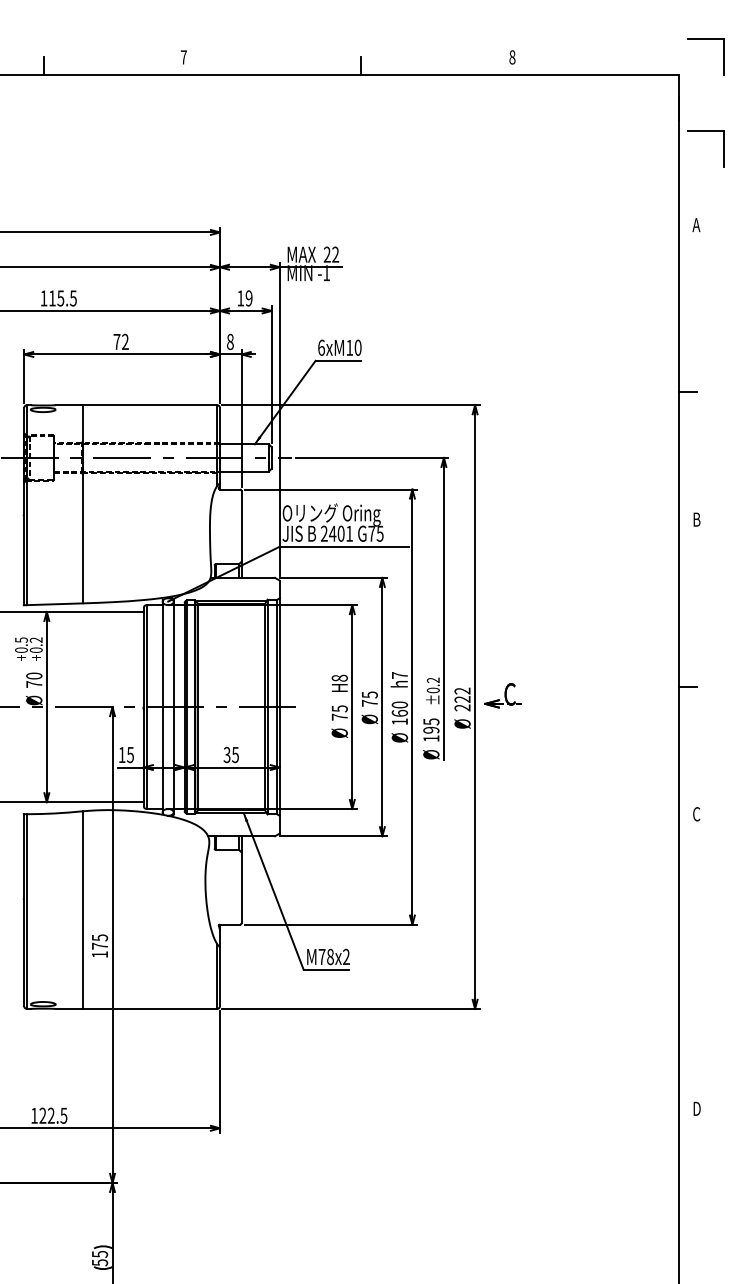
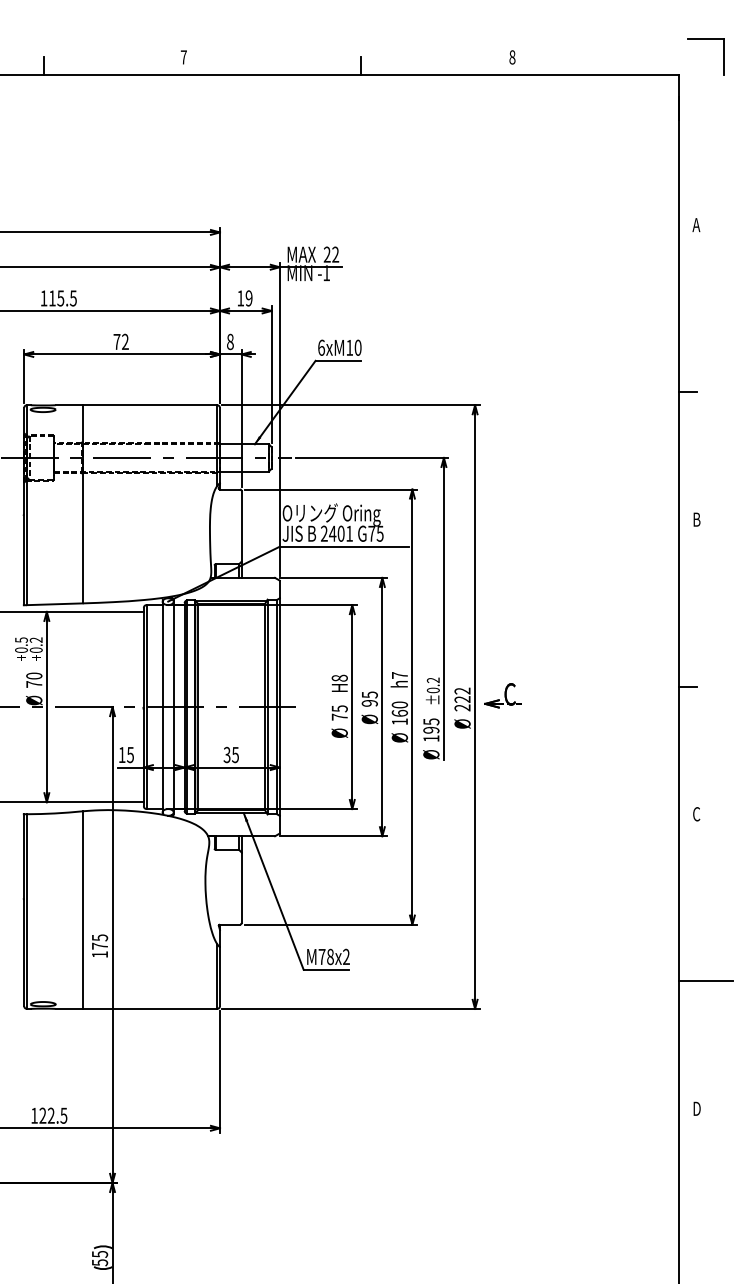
part at (705, 131): present -> none
text at (369, 702): 75 -> 95
line at (705, 981): none -> present
